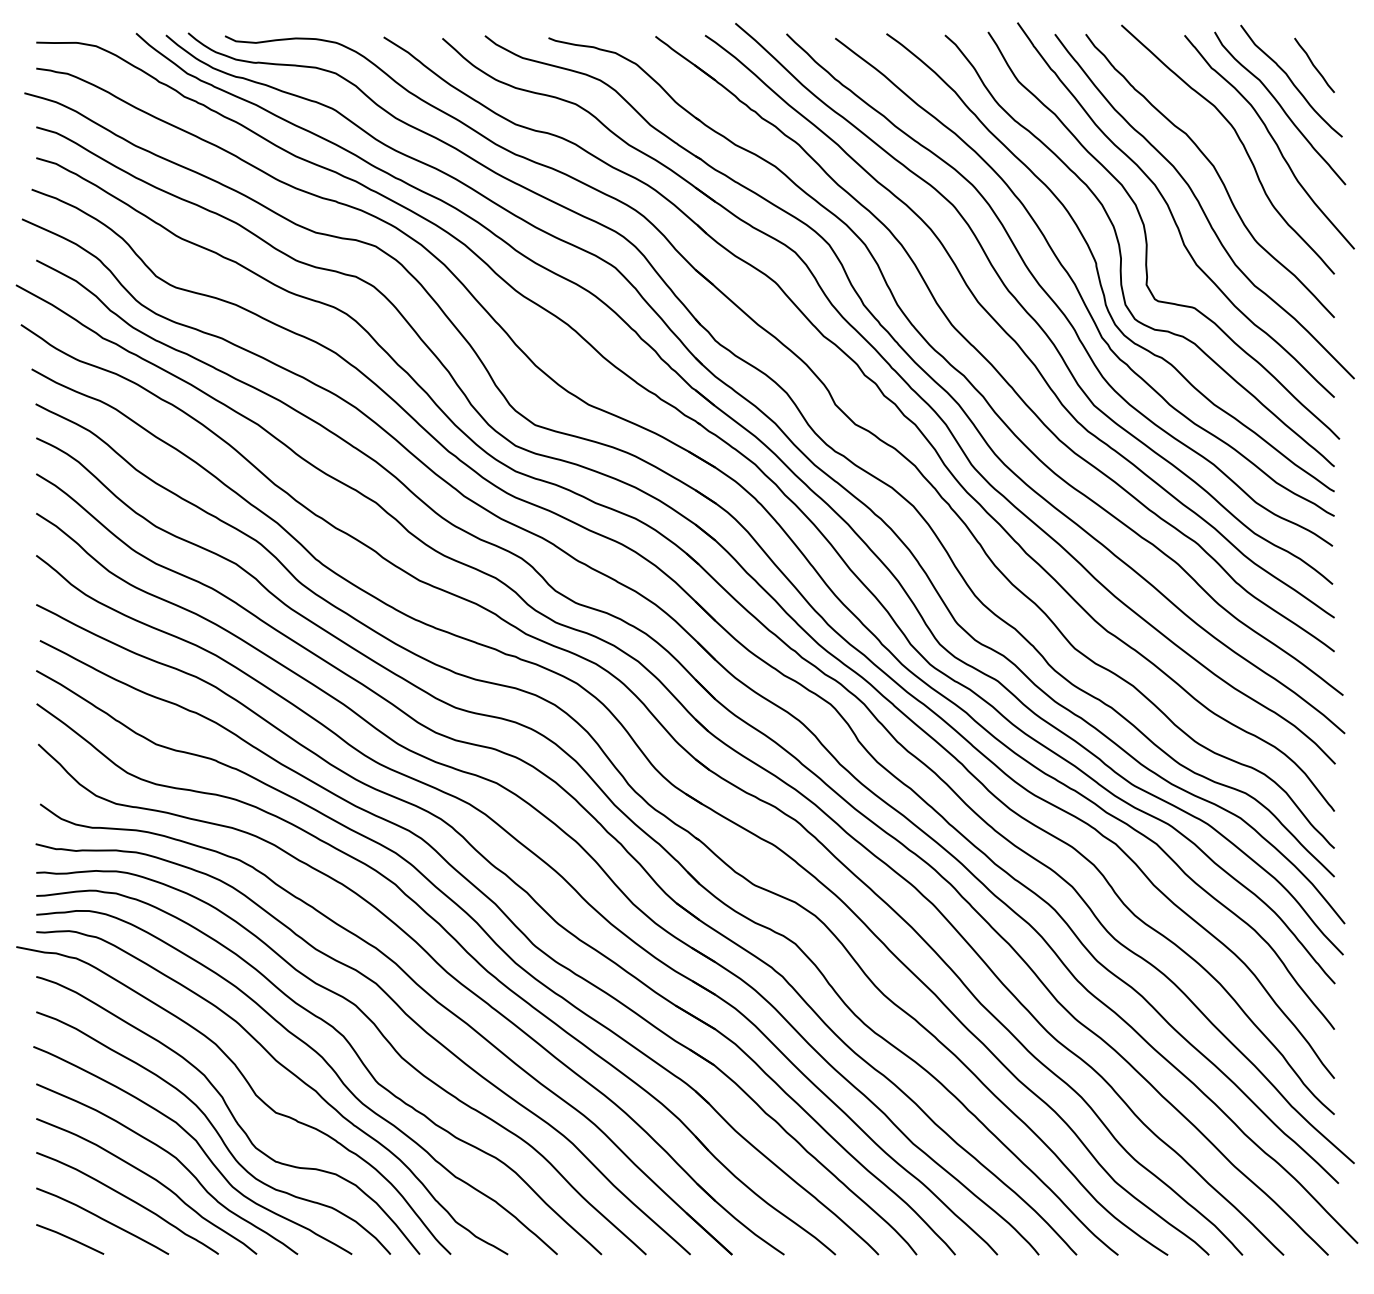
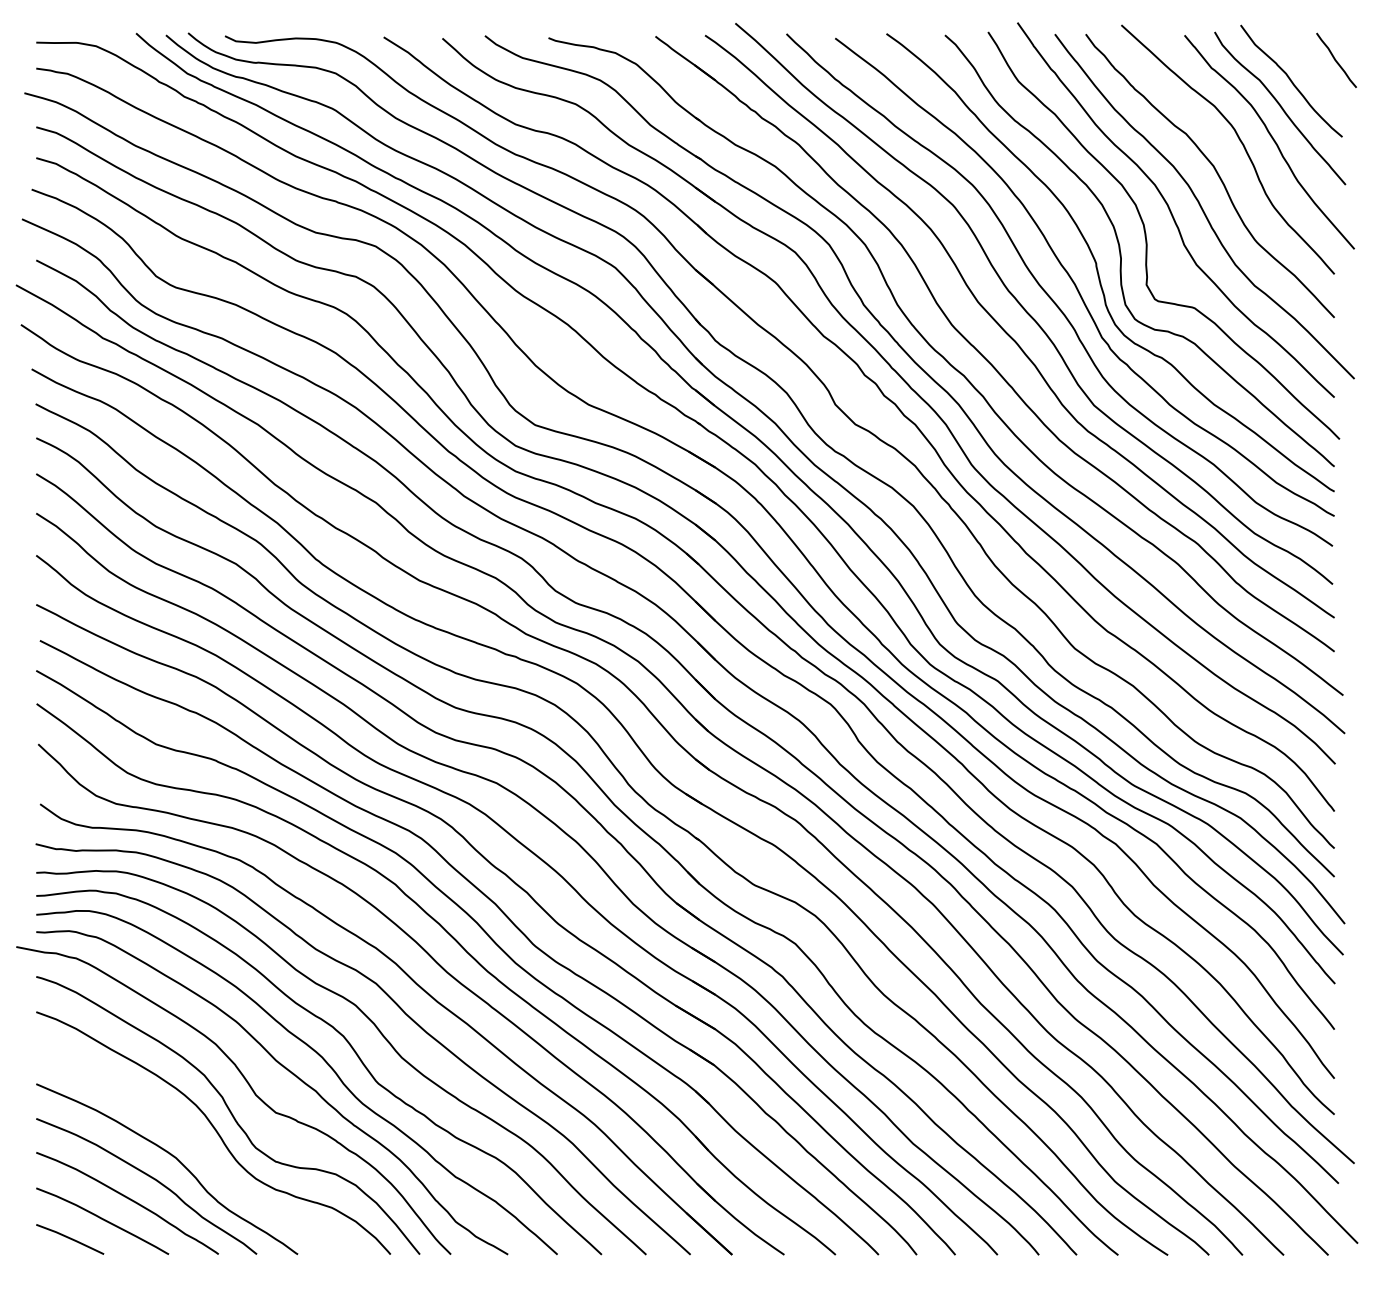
line at (1314, 64) position: (1314, 64) -> (1336, 59)
curve at (199, 1147): present -> none
